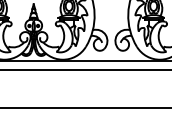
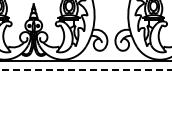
line at (85, 70): solid -> dashed
line at (85, 108): present -> none
